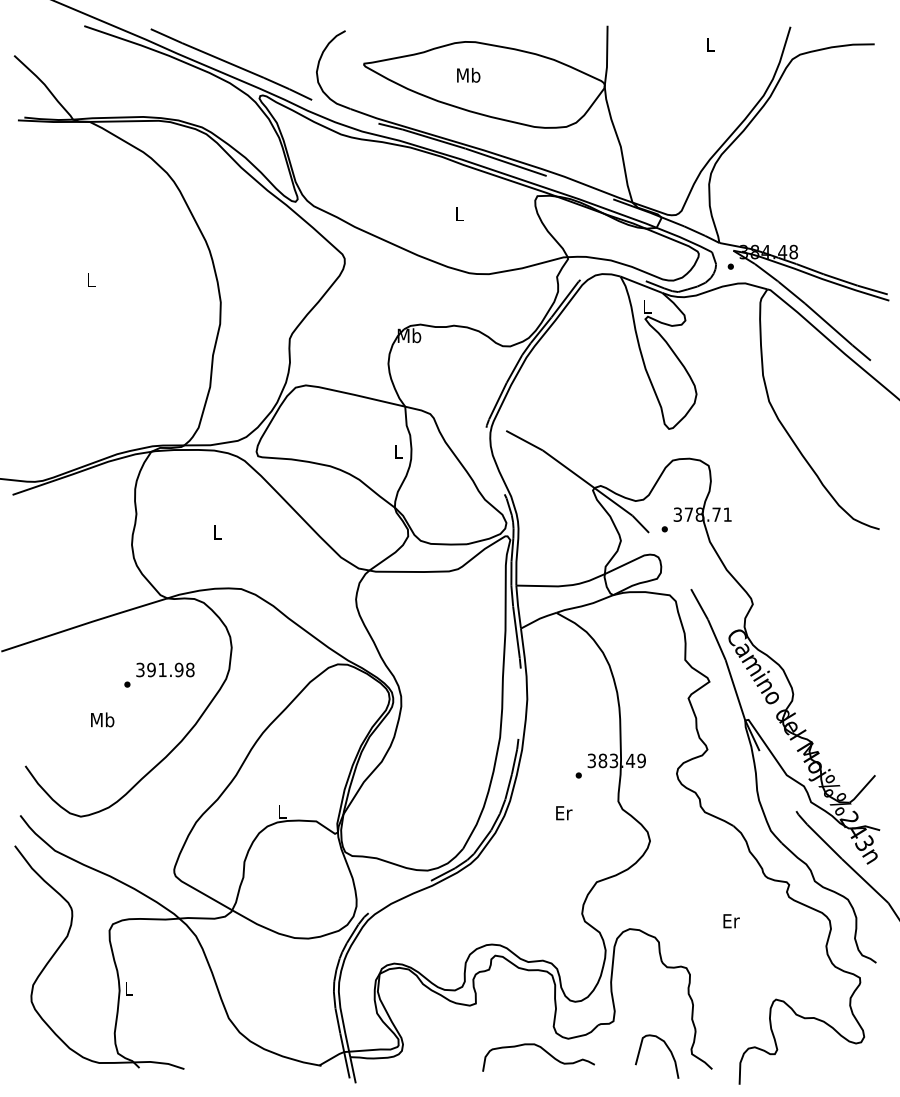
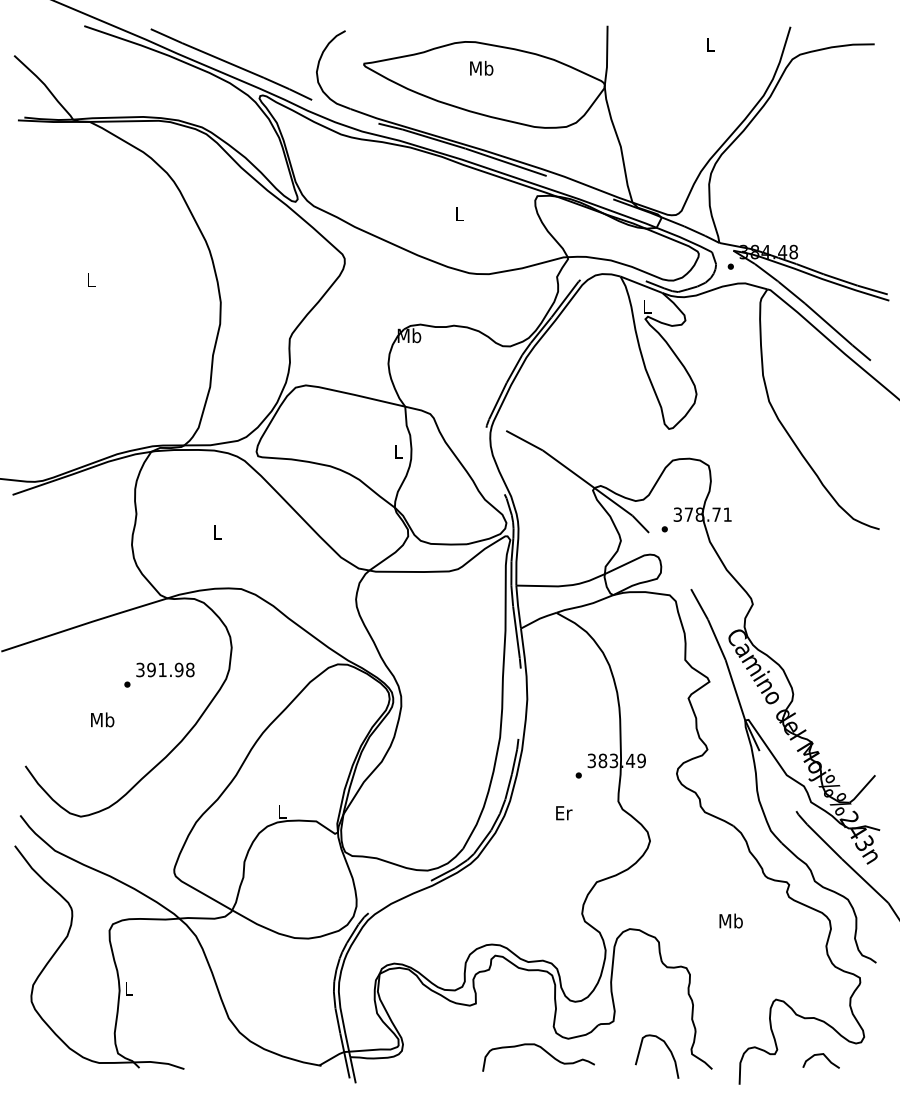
text at (468, 74) position: (468, 74) -> (481, 67)
text at (730, 920): Er -> Mb
curve at (820, 1055): none -> present
